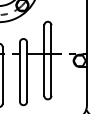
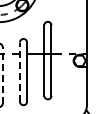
line at (19, 72): solid -> dashed
line at (2, 74): solid -> dashed
